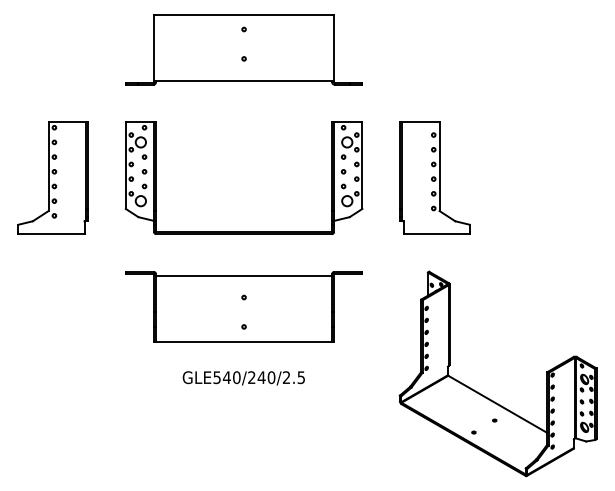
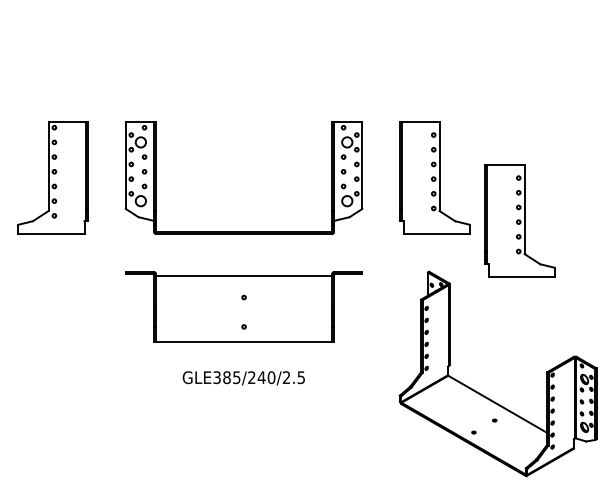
part at (243, 49): present -> none
part at (519, 220): none -> present
text at (226, 377): GLE540/240/2.5 -> GLE385/240/2.5
